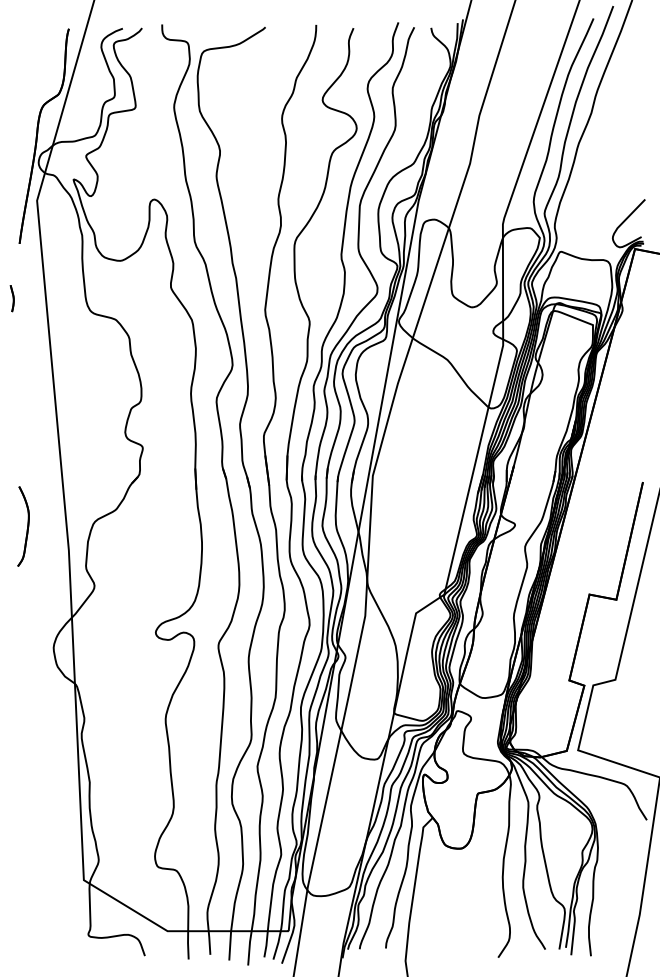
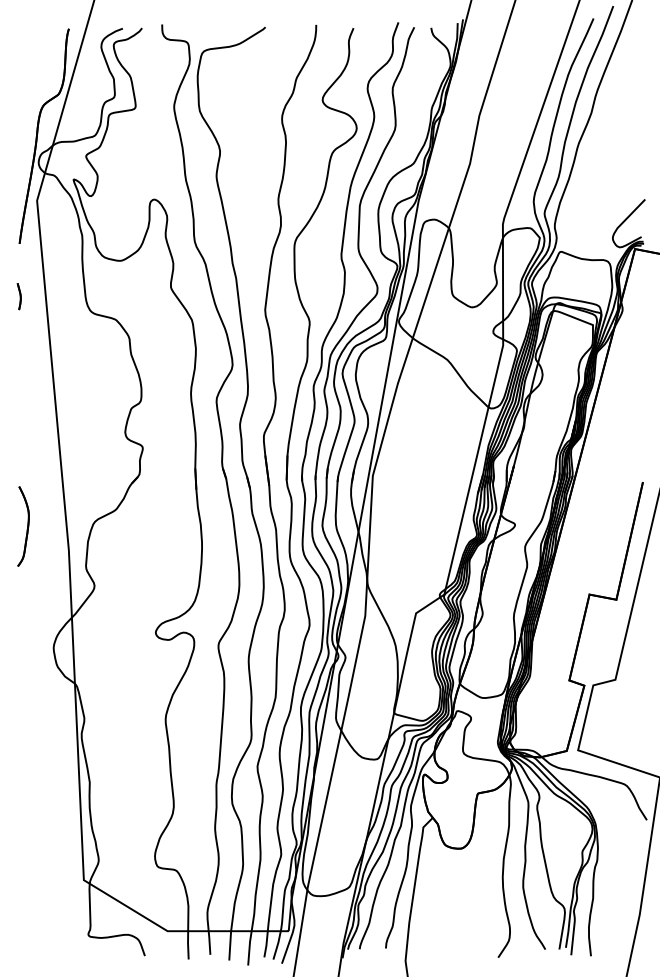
part at (11, 298) position: (11, 298) -> (18, 296)
